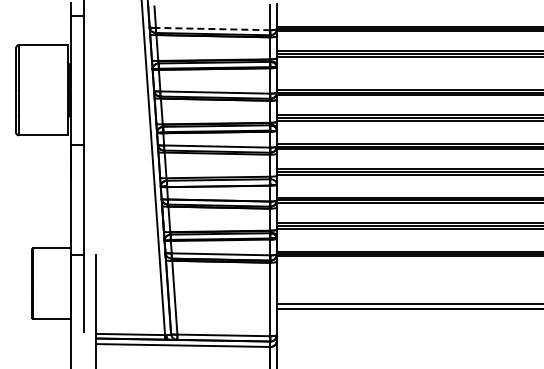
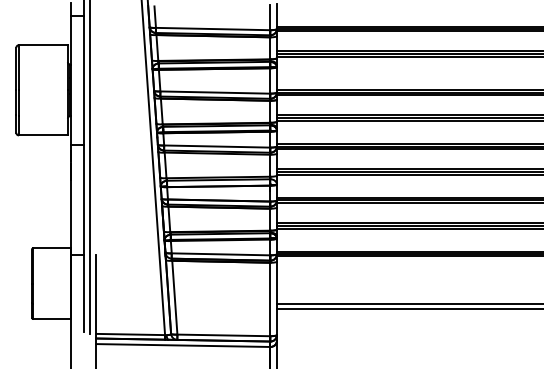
line at (212, 29): dashed -> solid
line at (89, 167): none -> present
